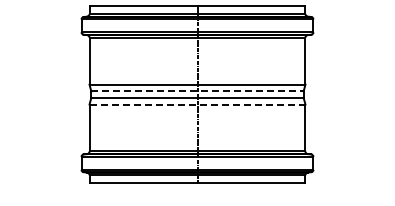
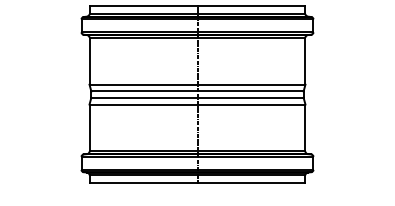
line at (197, 91): dashed -> solid
line at (197, 104): dashed -> solid
